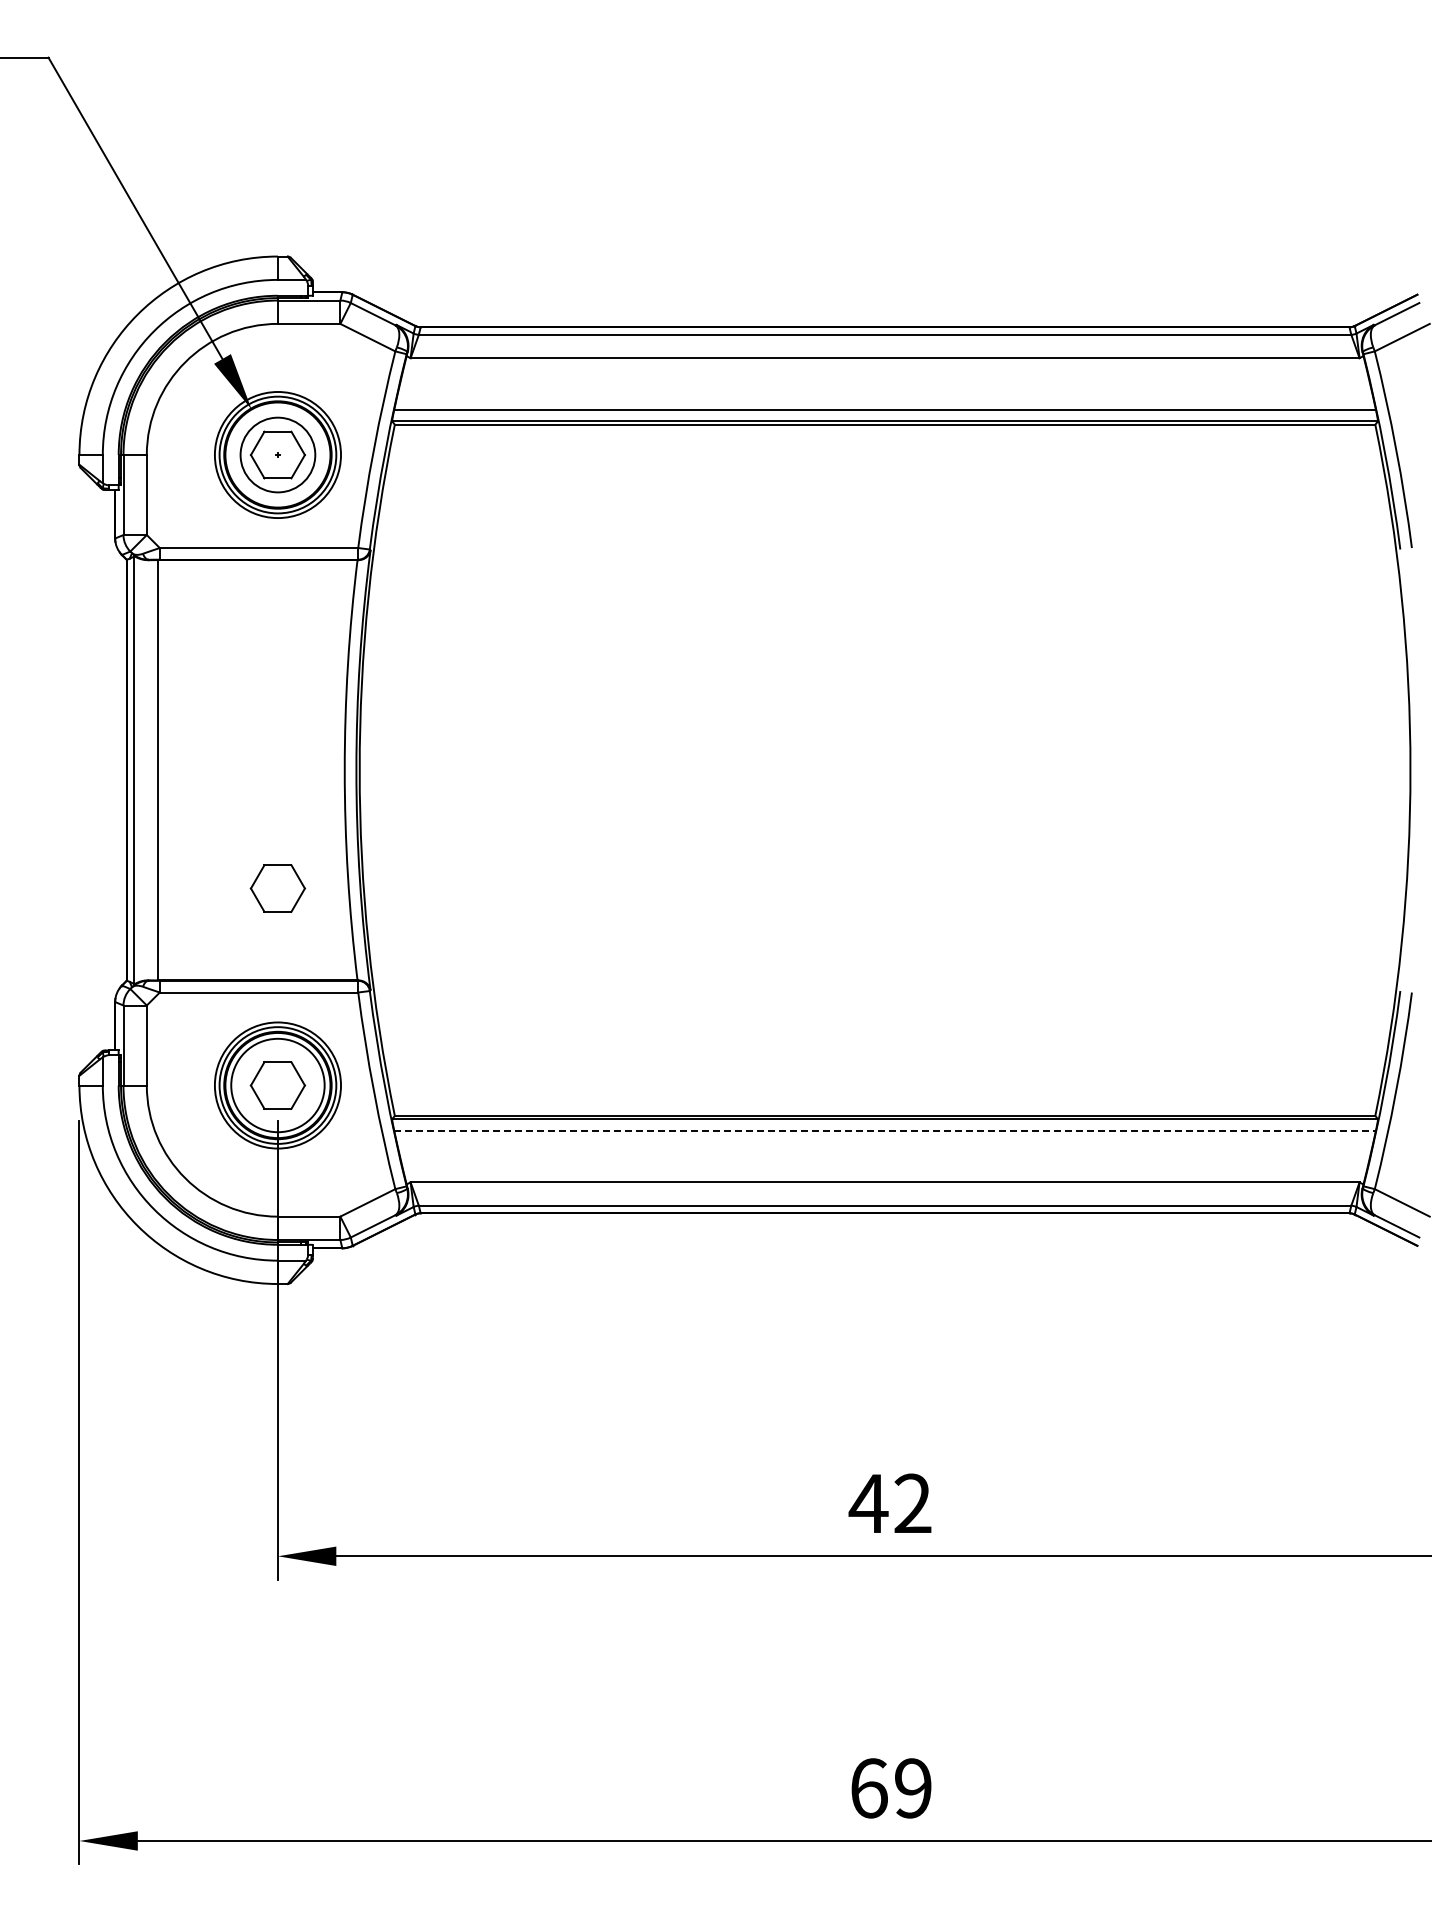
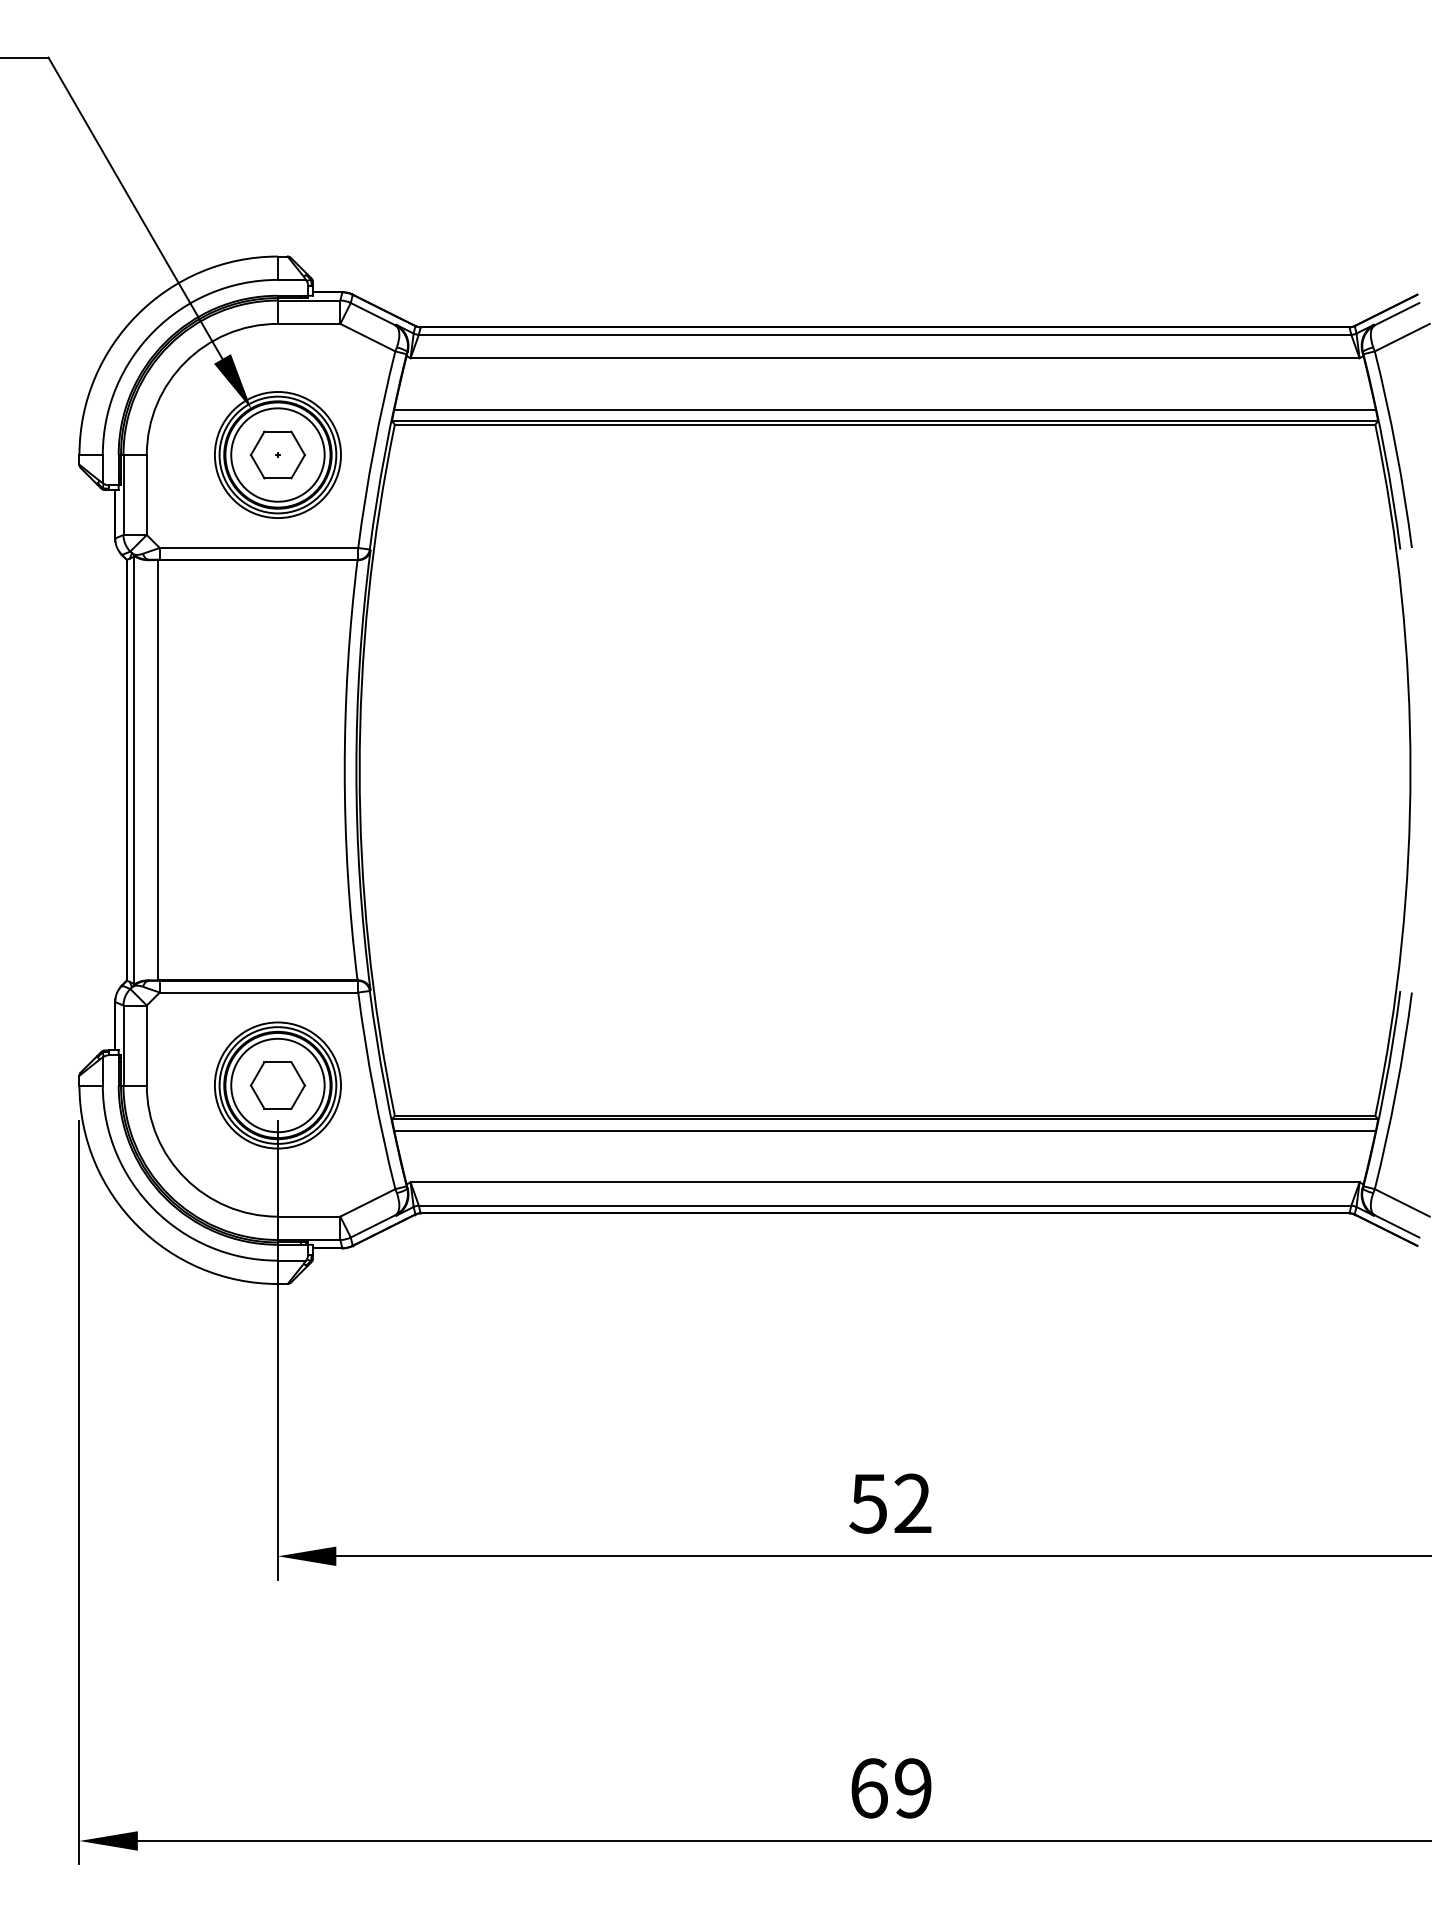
circle at (277, 454) diameter: 75 px -> 93 px
part at (277, 888): present -> none
line at (885, 1130): dashed -> solid
text at (868, 1503): 42 -> 52
